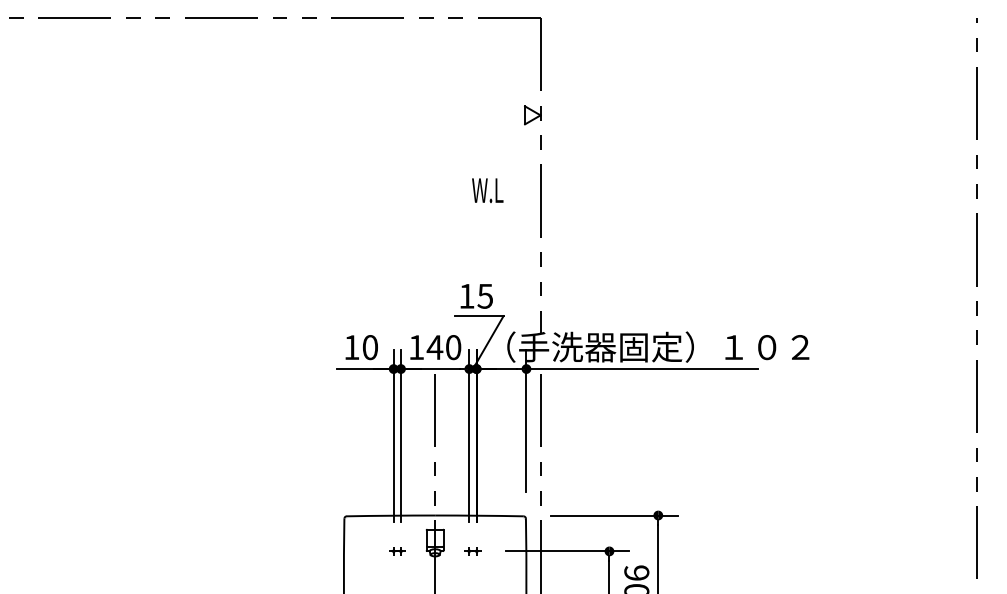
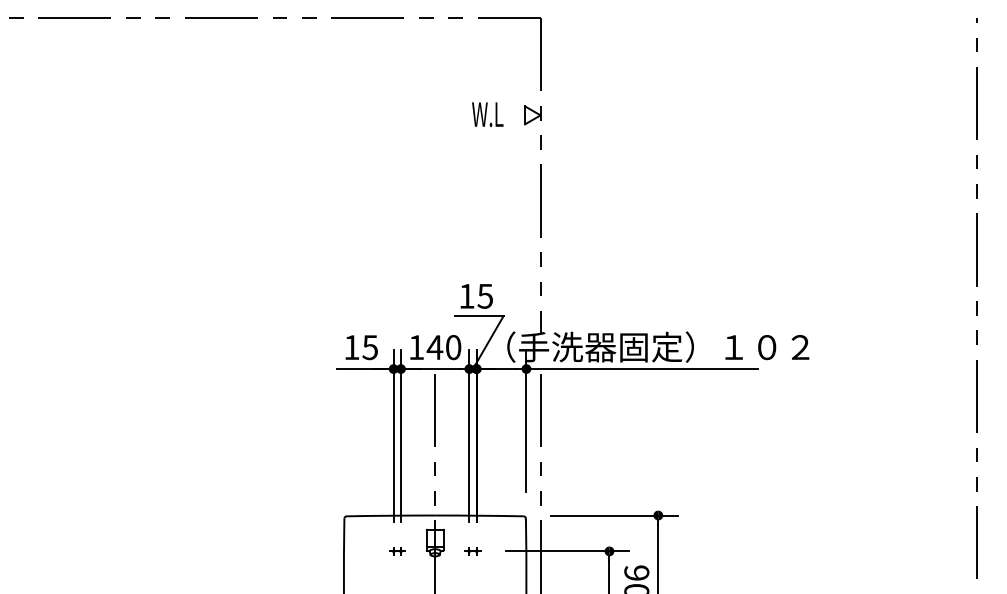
text at (487, 190) position: (487, 190) -> (487, 114)
text at (369, 347): 10 -> 15
